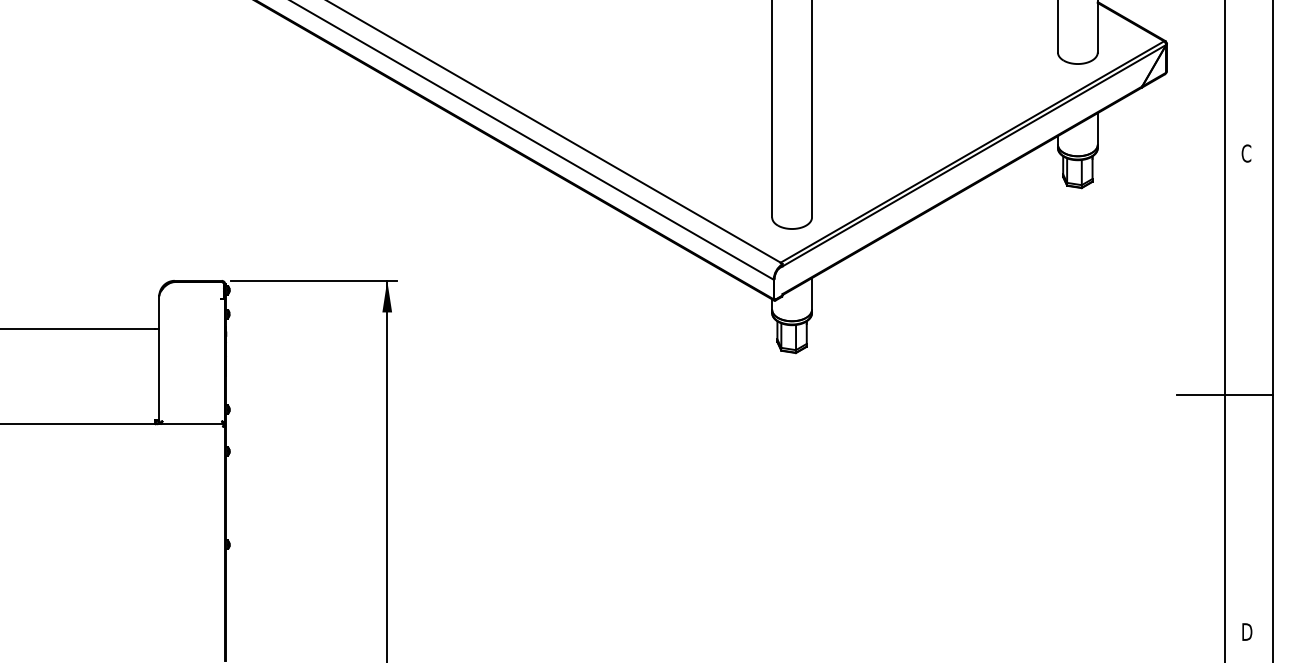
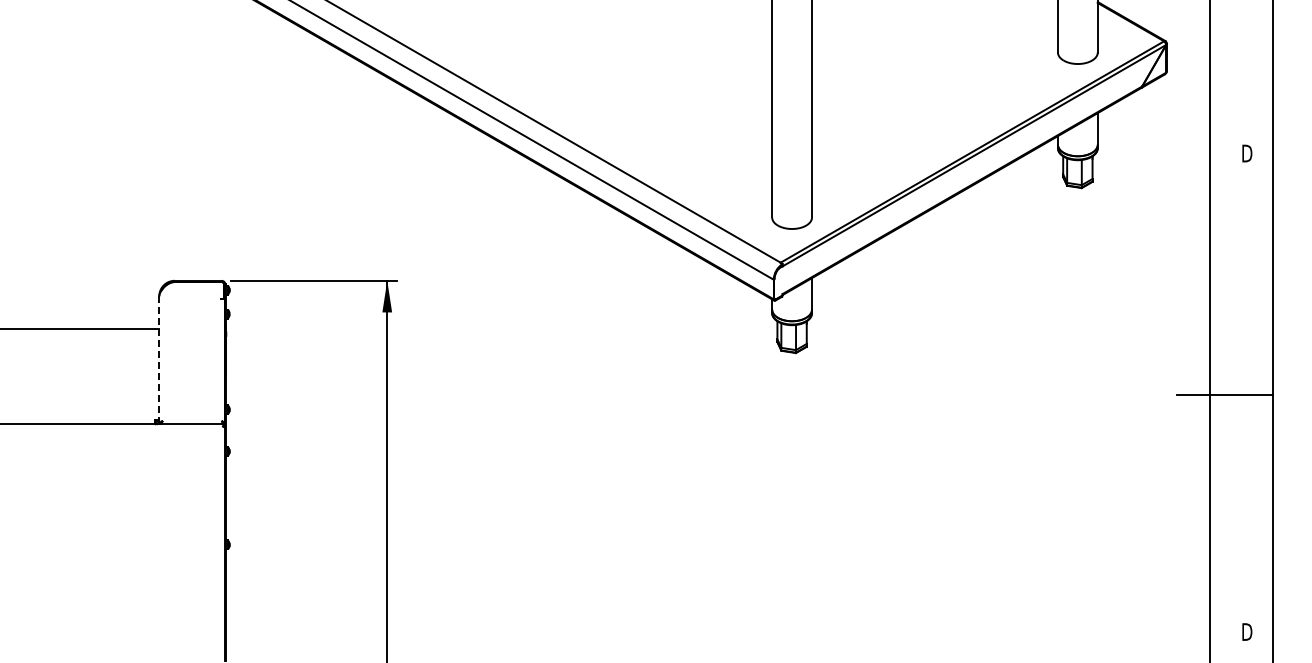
text at (1246, 153): C -> D
line at (1224, 330) position: (1224, 330) -> (1209, 330)
line at (159, 359): solid -> dashed
